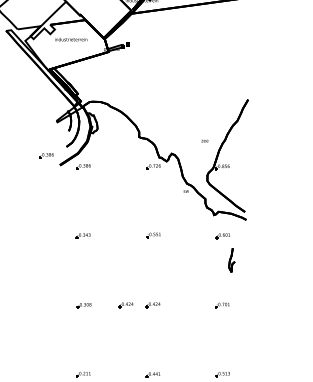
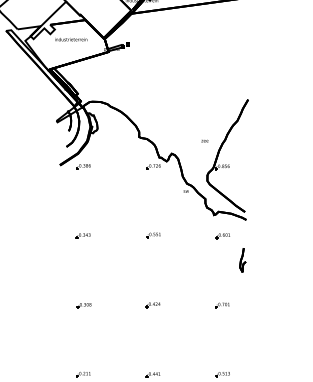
part at (46, 155): present -> none
part at (231, 260) position: (231, 260) -> (242, 260)
part at (125, 305): present -> none
